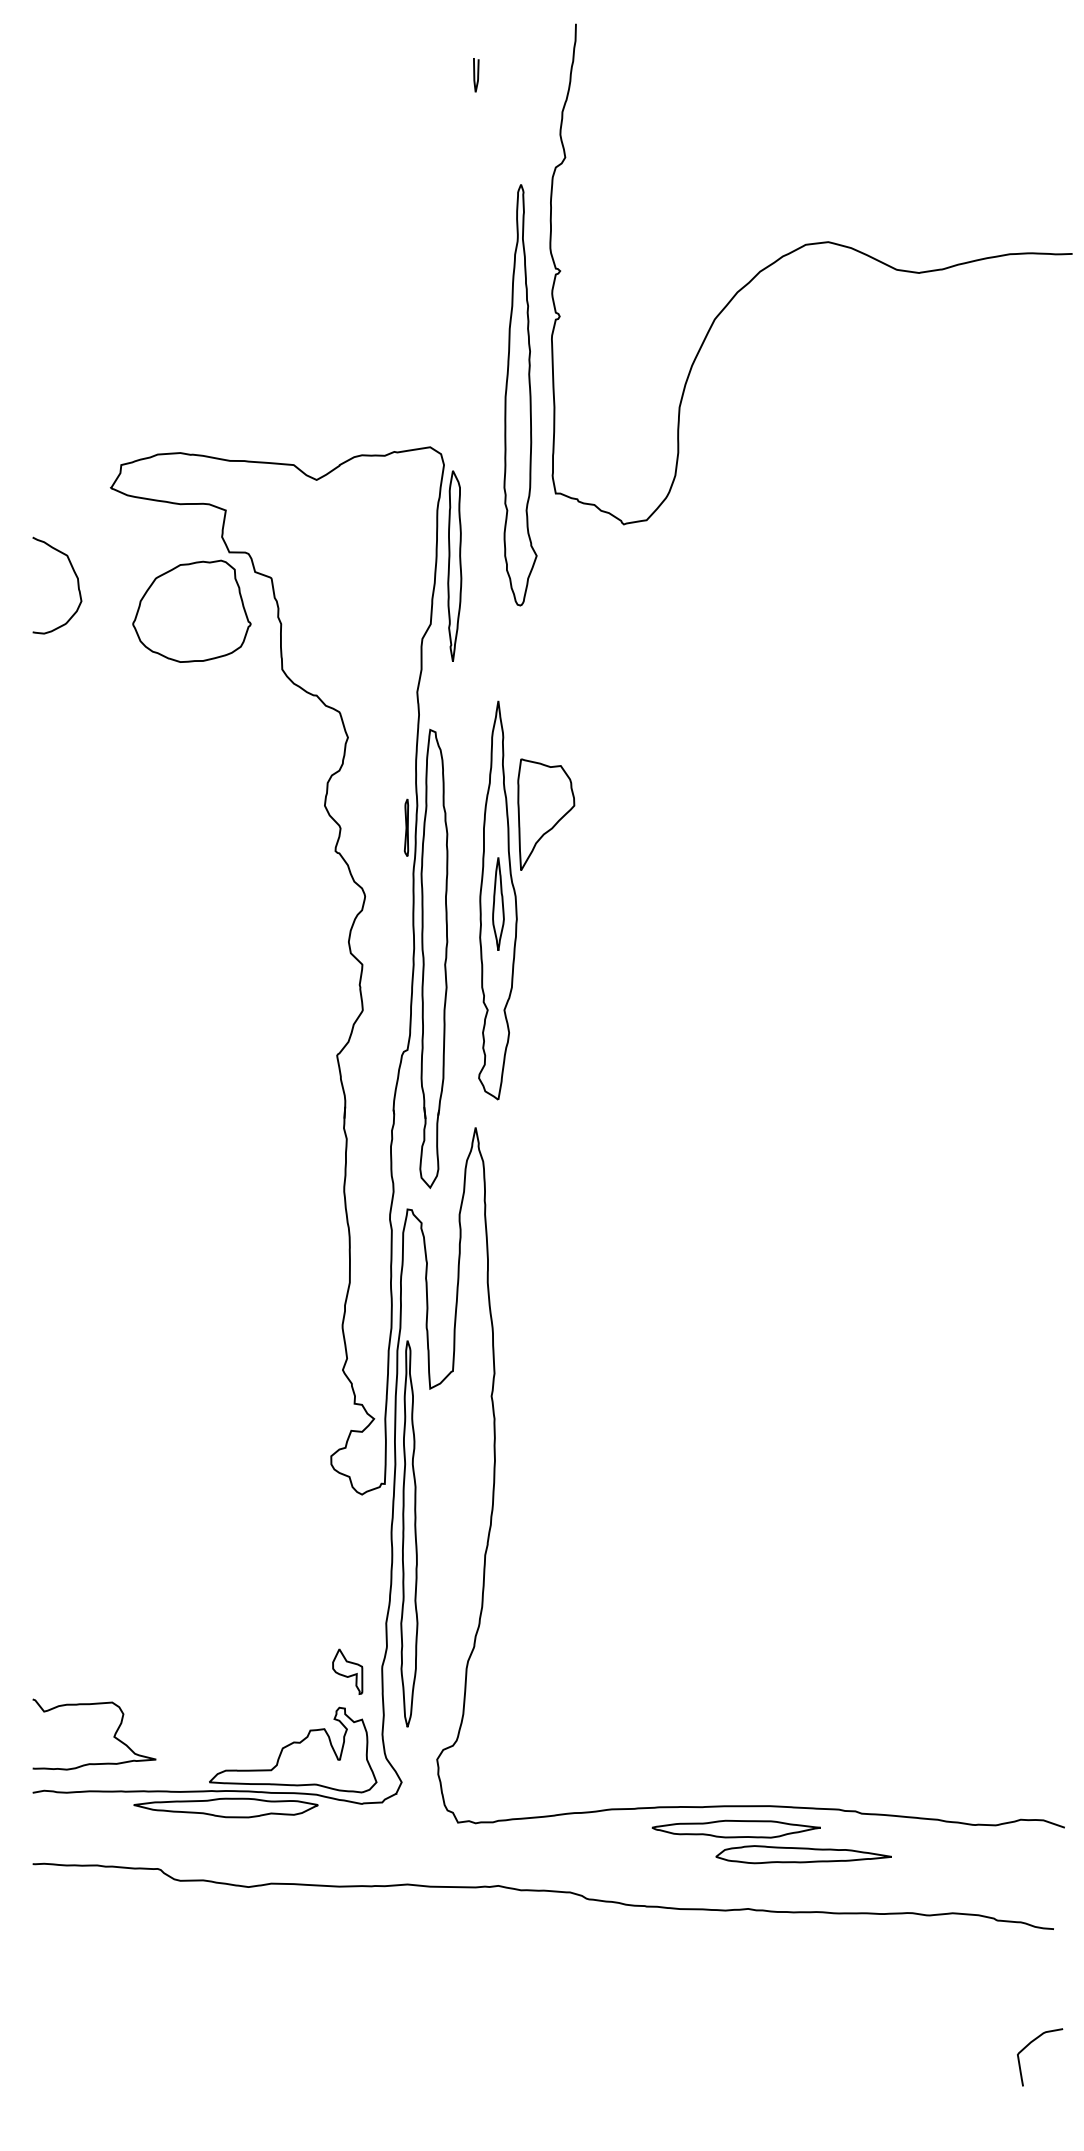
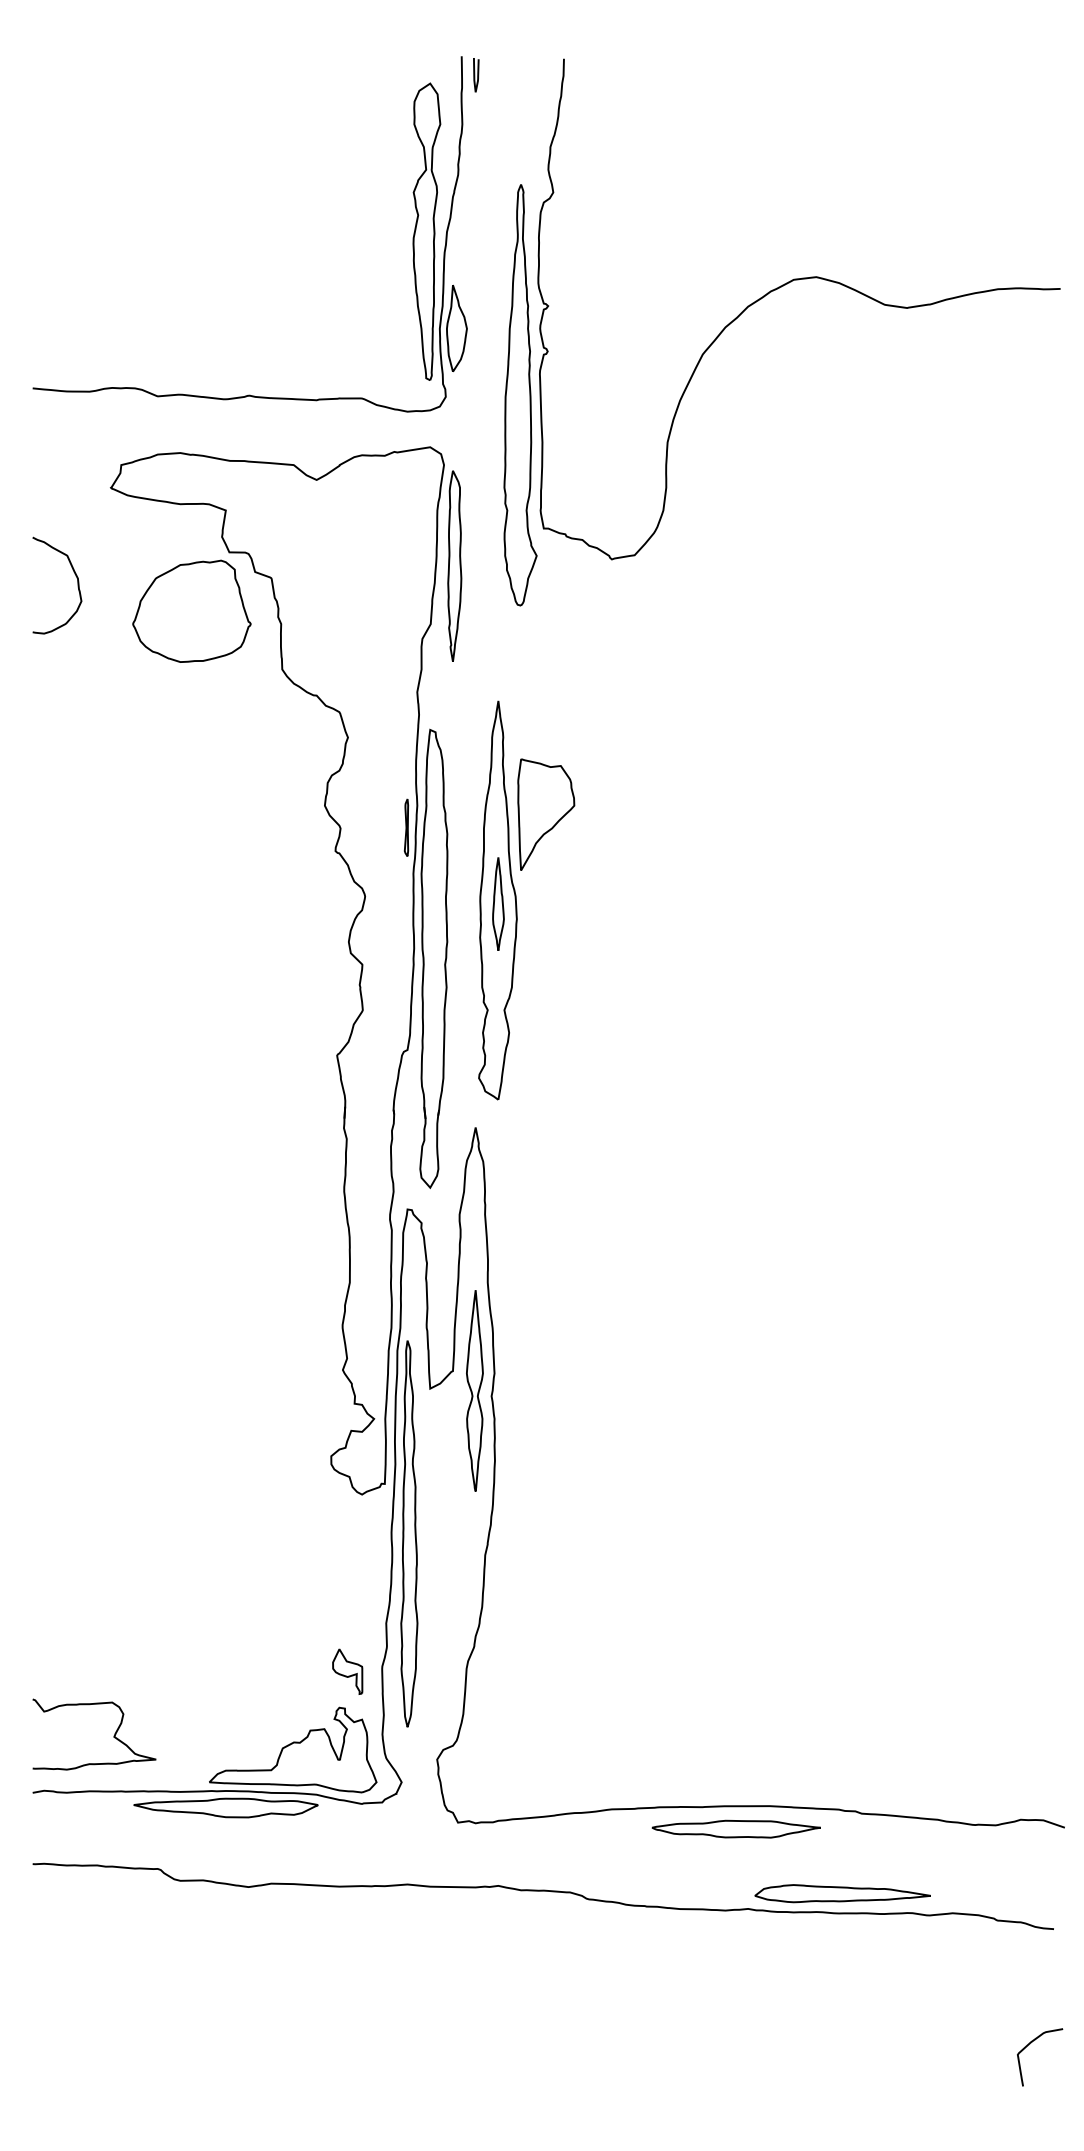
curve at (797, 250) position: (797, 250) -> (785, 285)
part at (249, 394): none -> present
part at (474, 1390): none -> present
part at (803, 1854) position: (803, 1854) -> (842, 1893)
